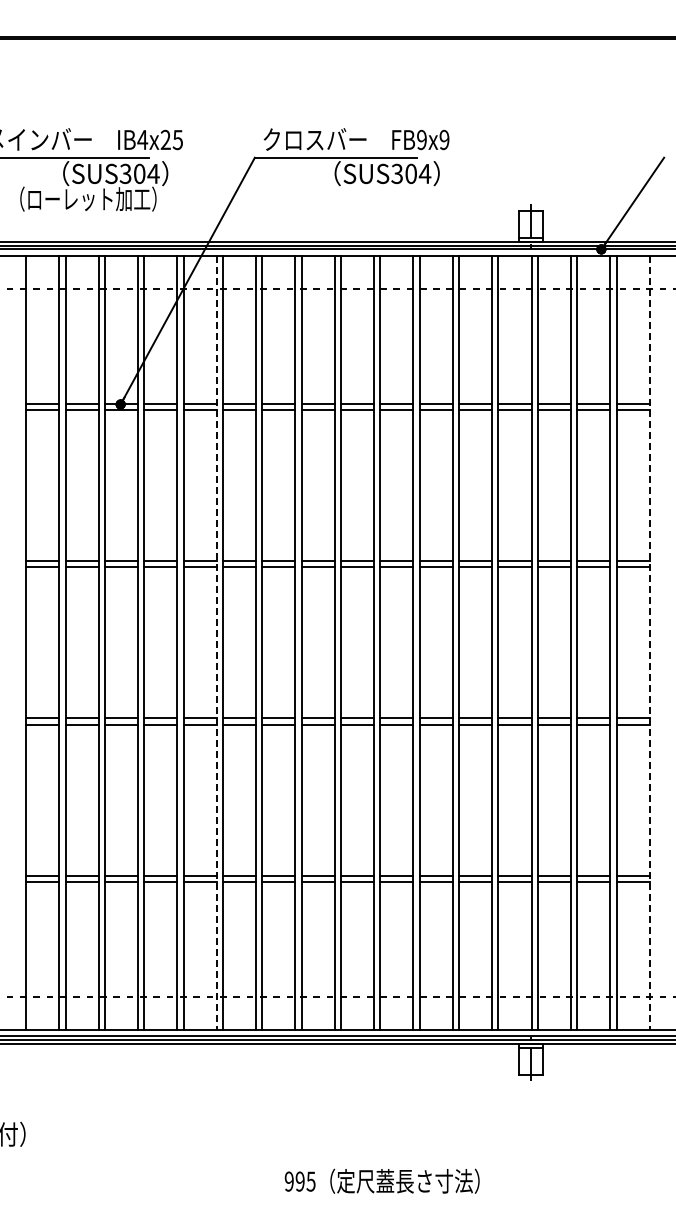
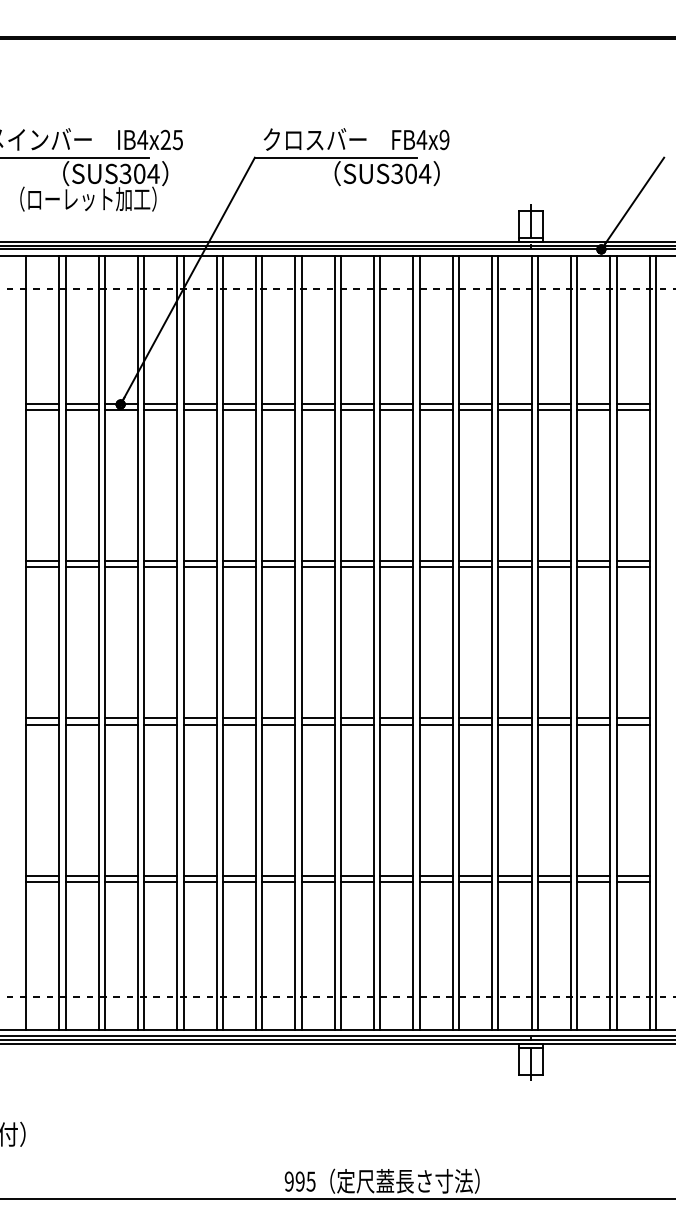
text at (421, 139): FB9x9 -> FB4x9
line at (655, 642): none -> present
line at (216, 643): dashed -> solid
line at (649, 643): dashed -> solid
line at (337, 1199): none -> present
